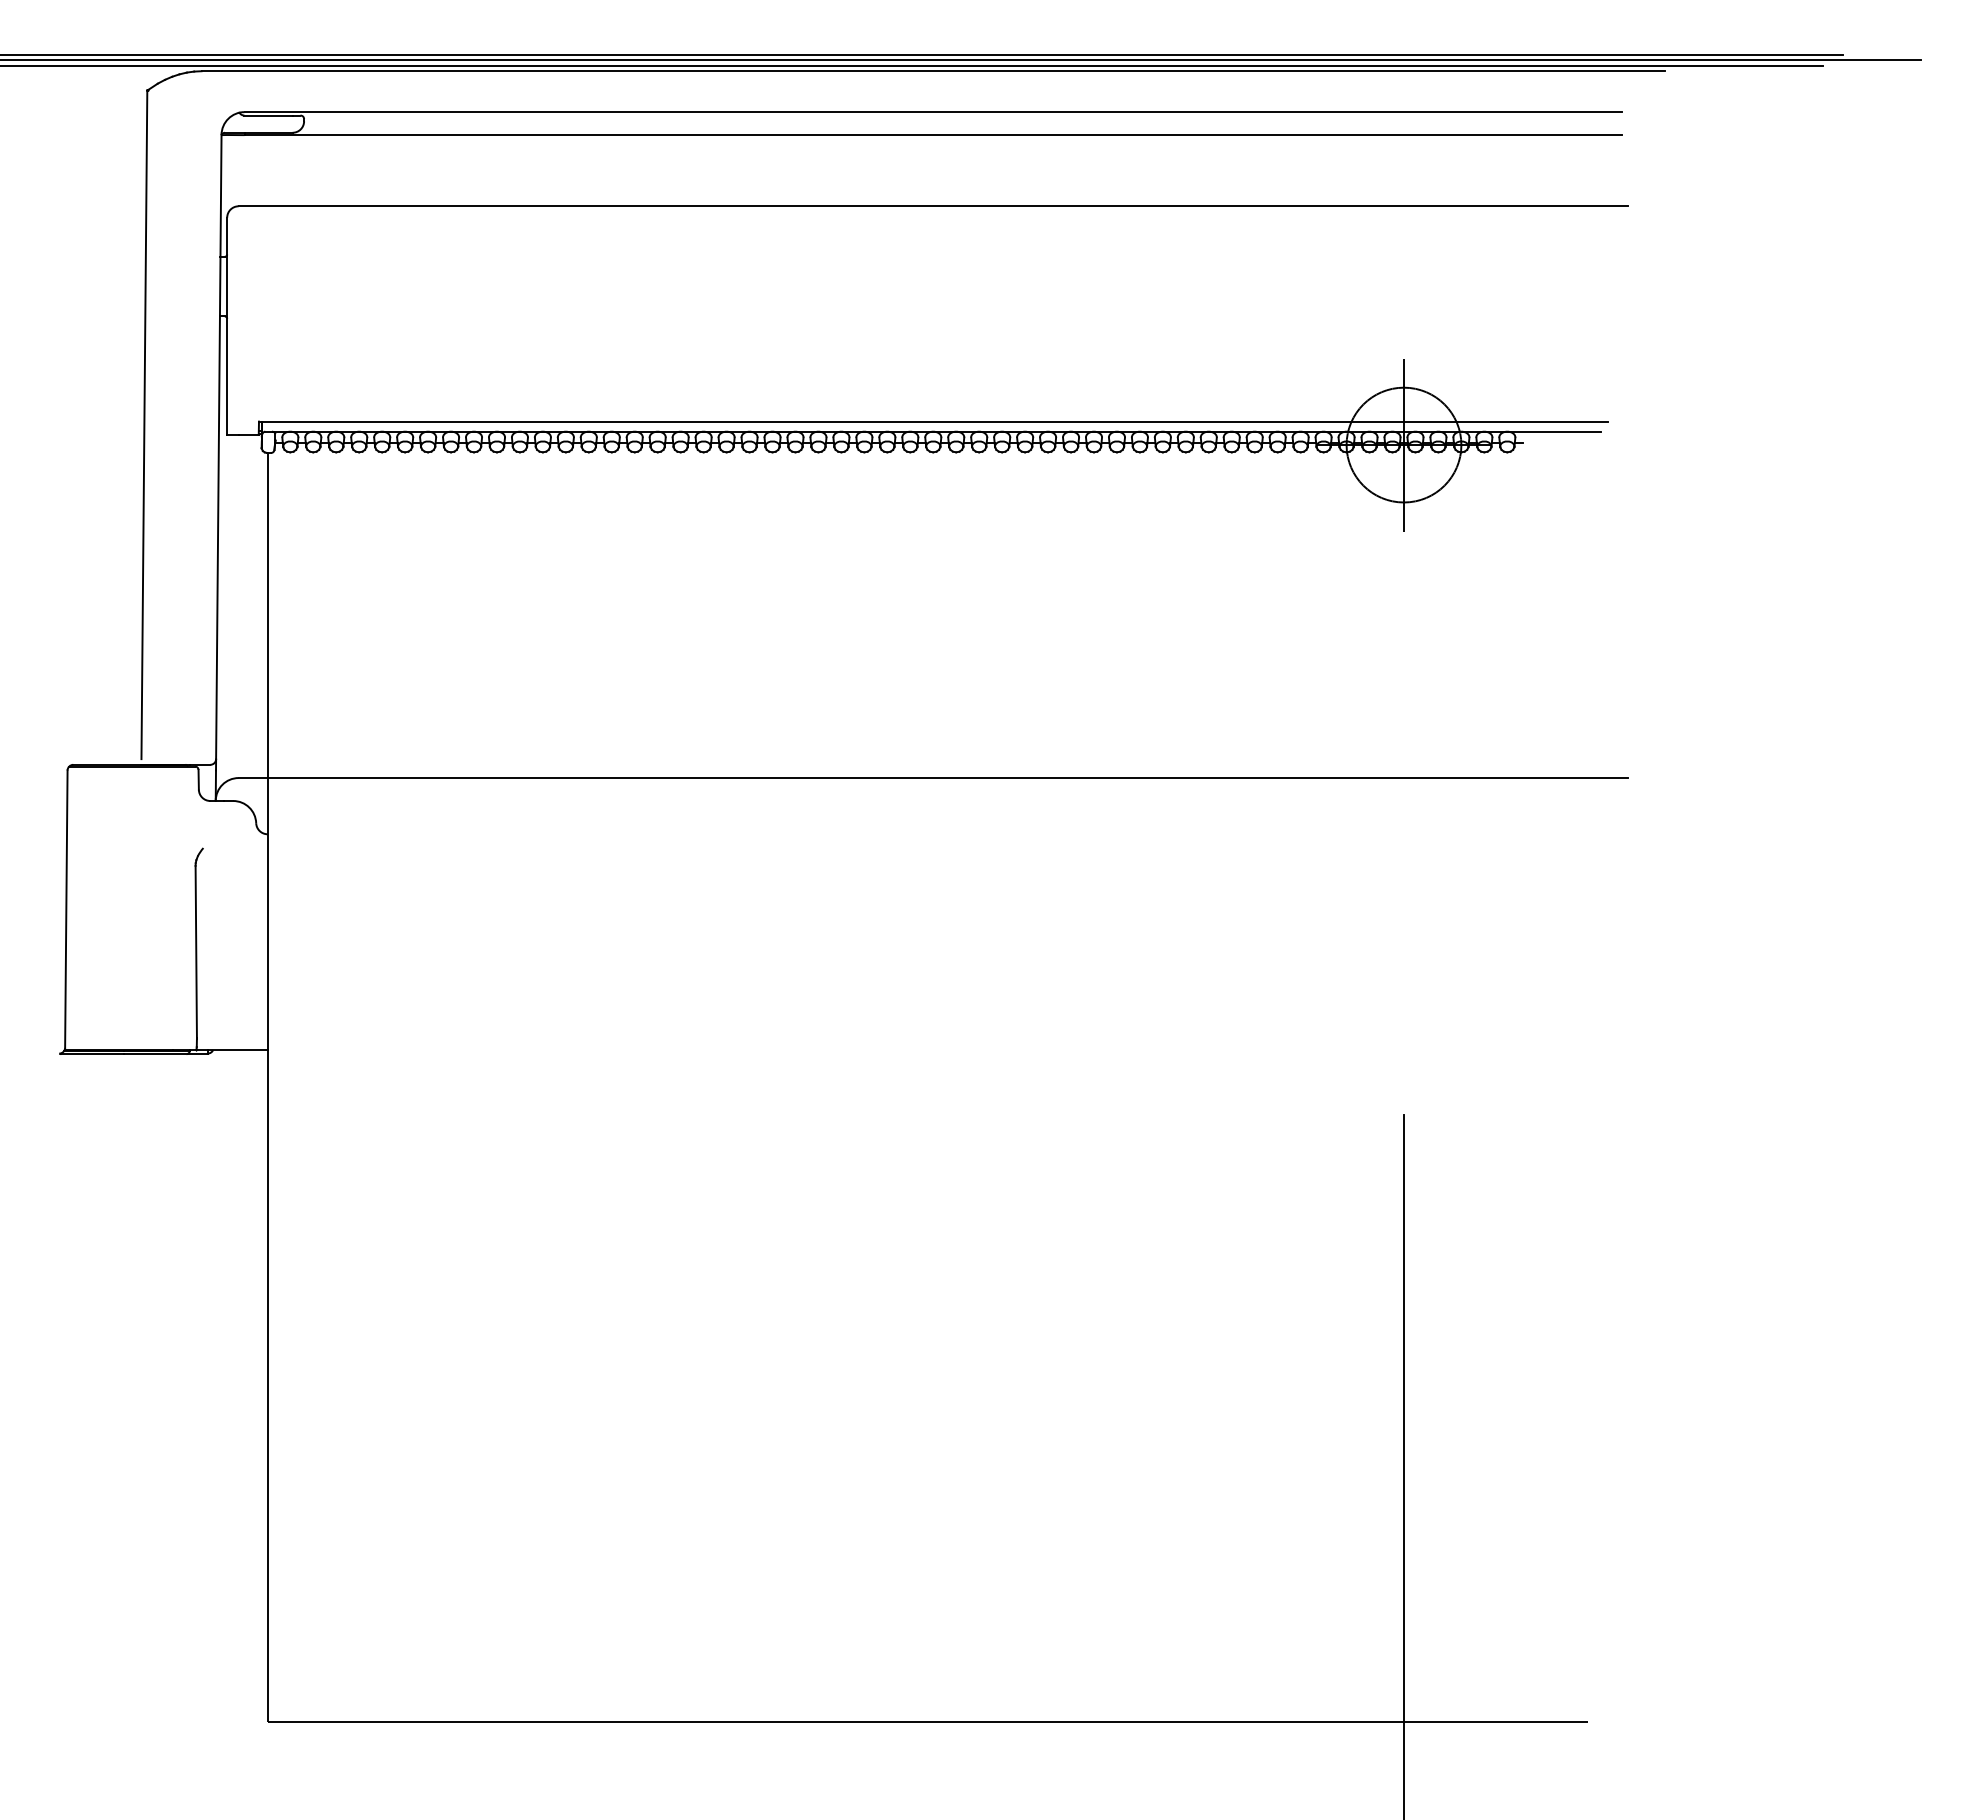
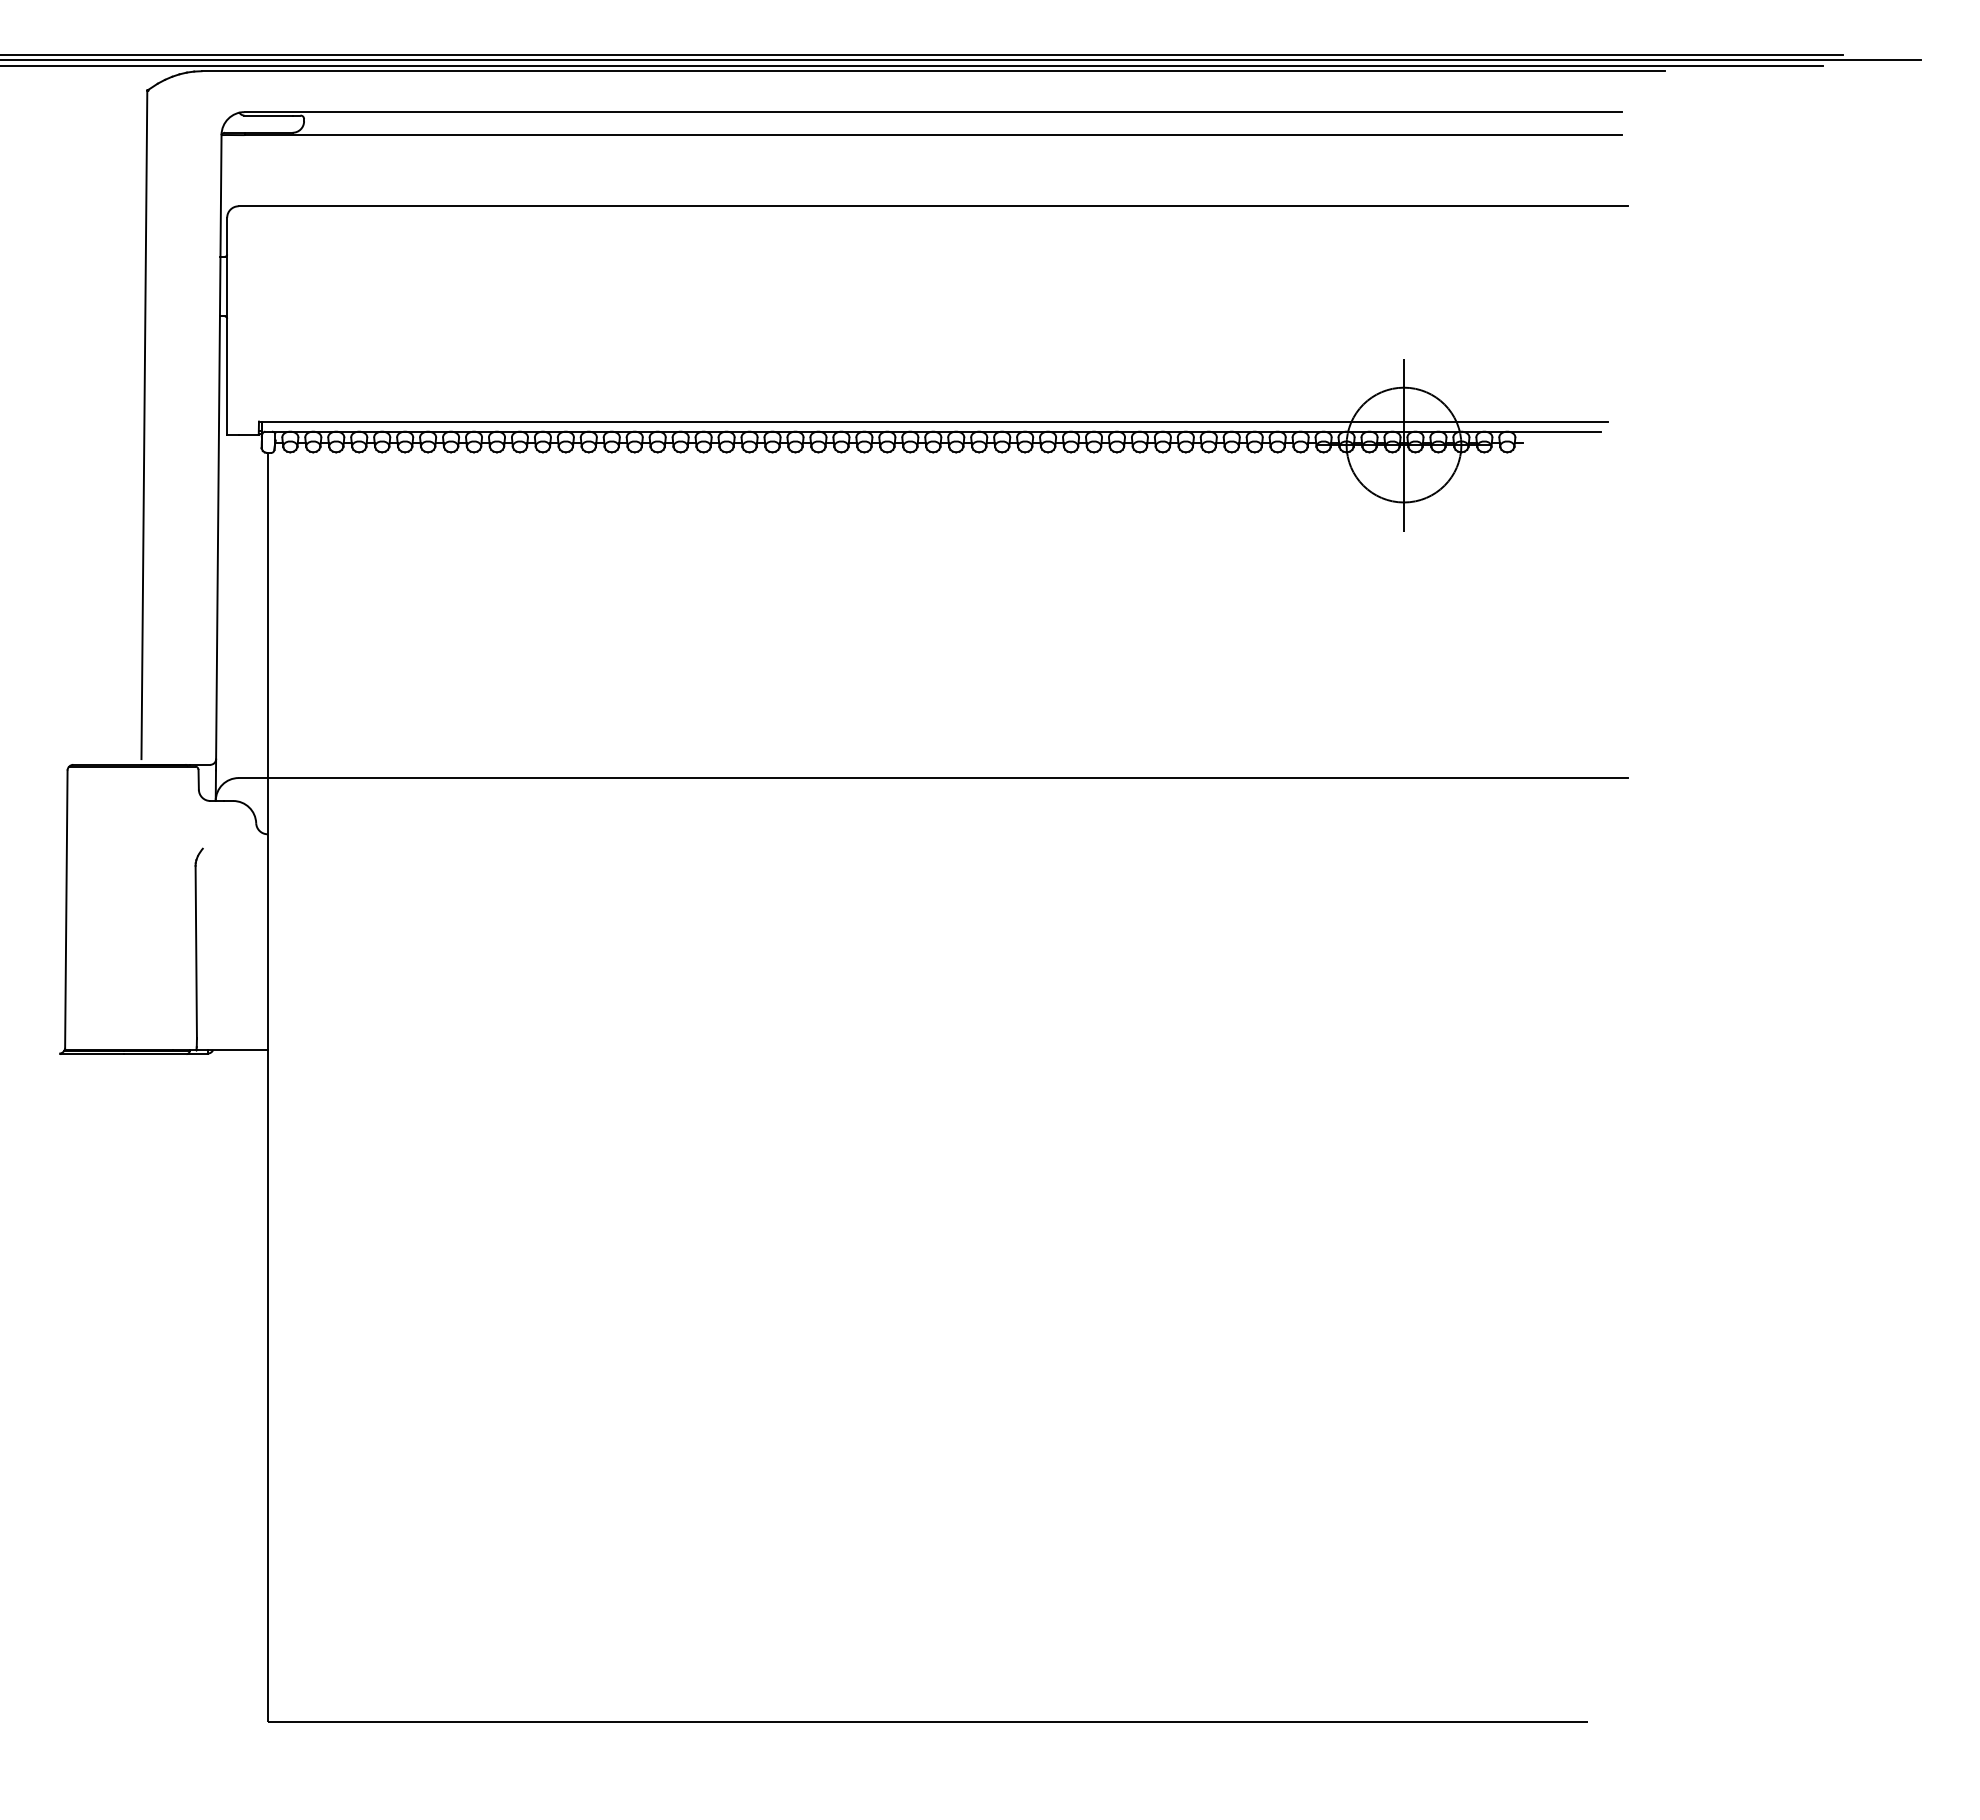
line at (1404, 1465): present -> none
